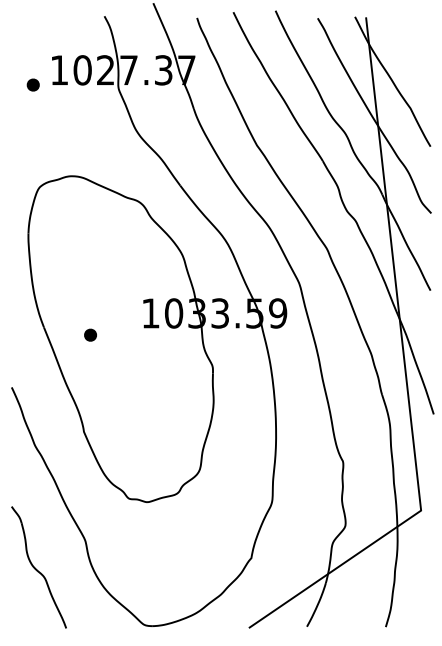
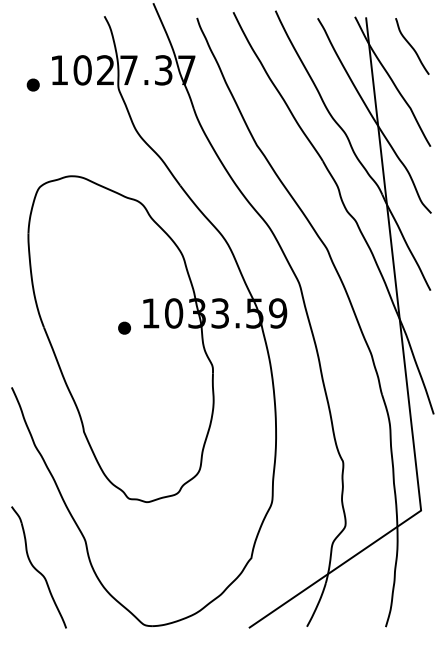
curve at (412, 46): none -> present
part at (90, 334) position: (90, 334) -> (124, 327)
